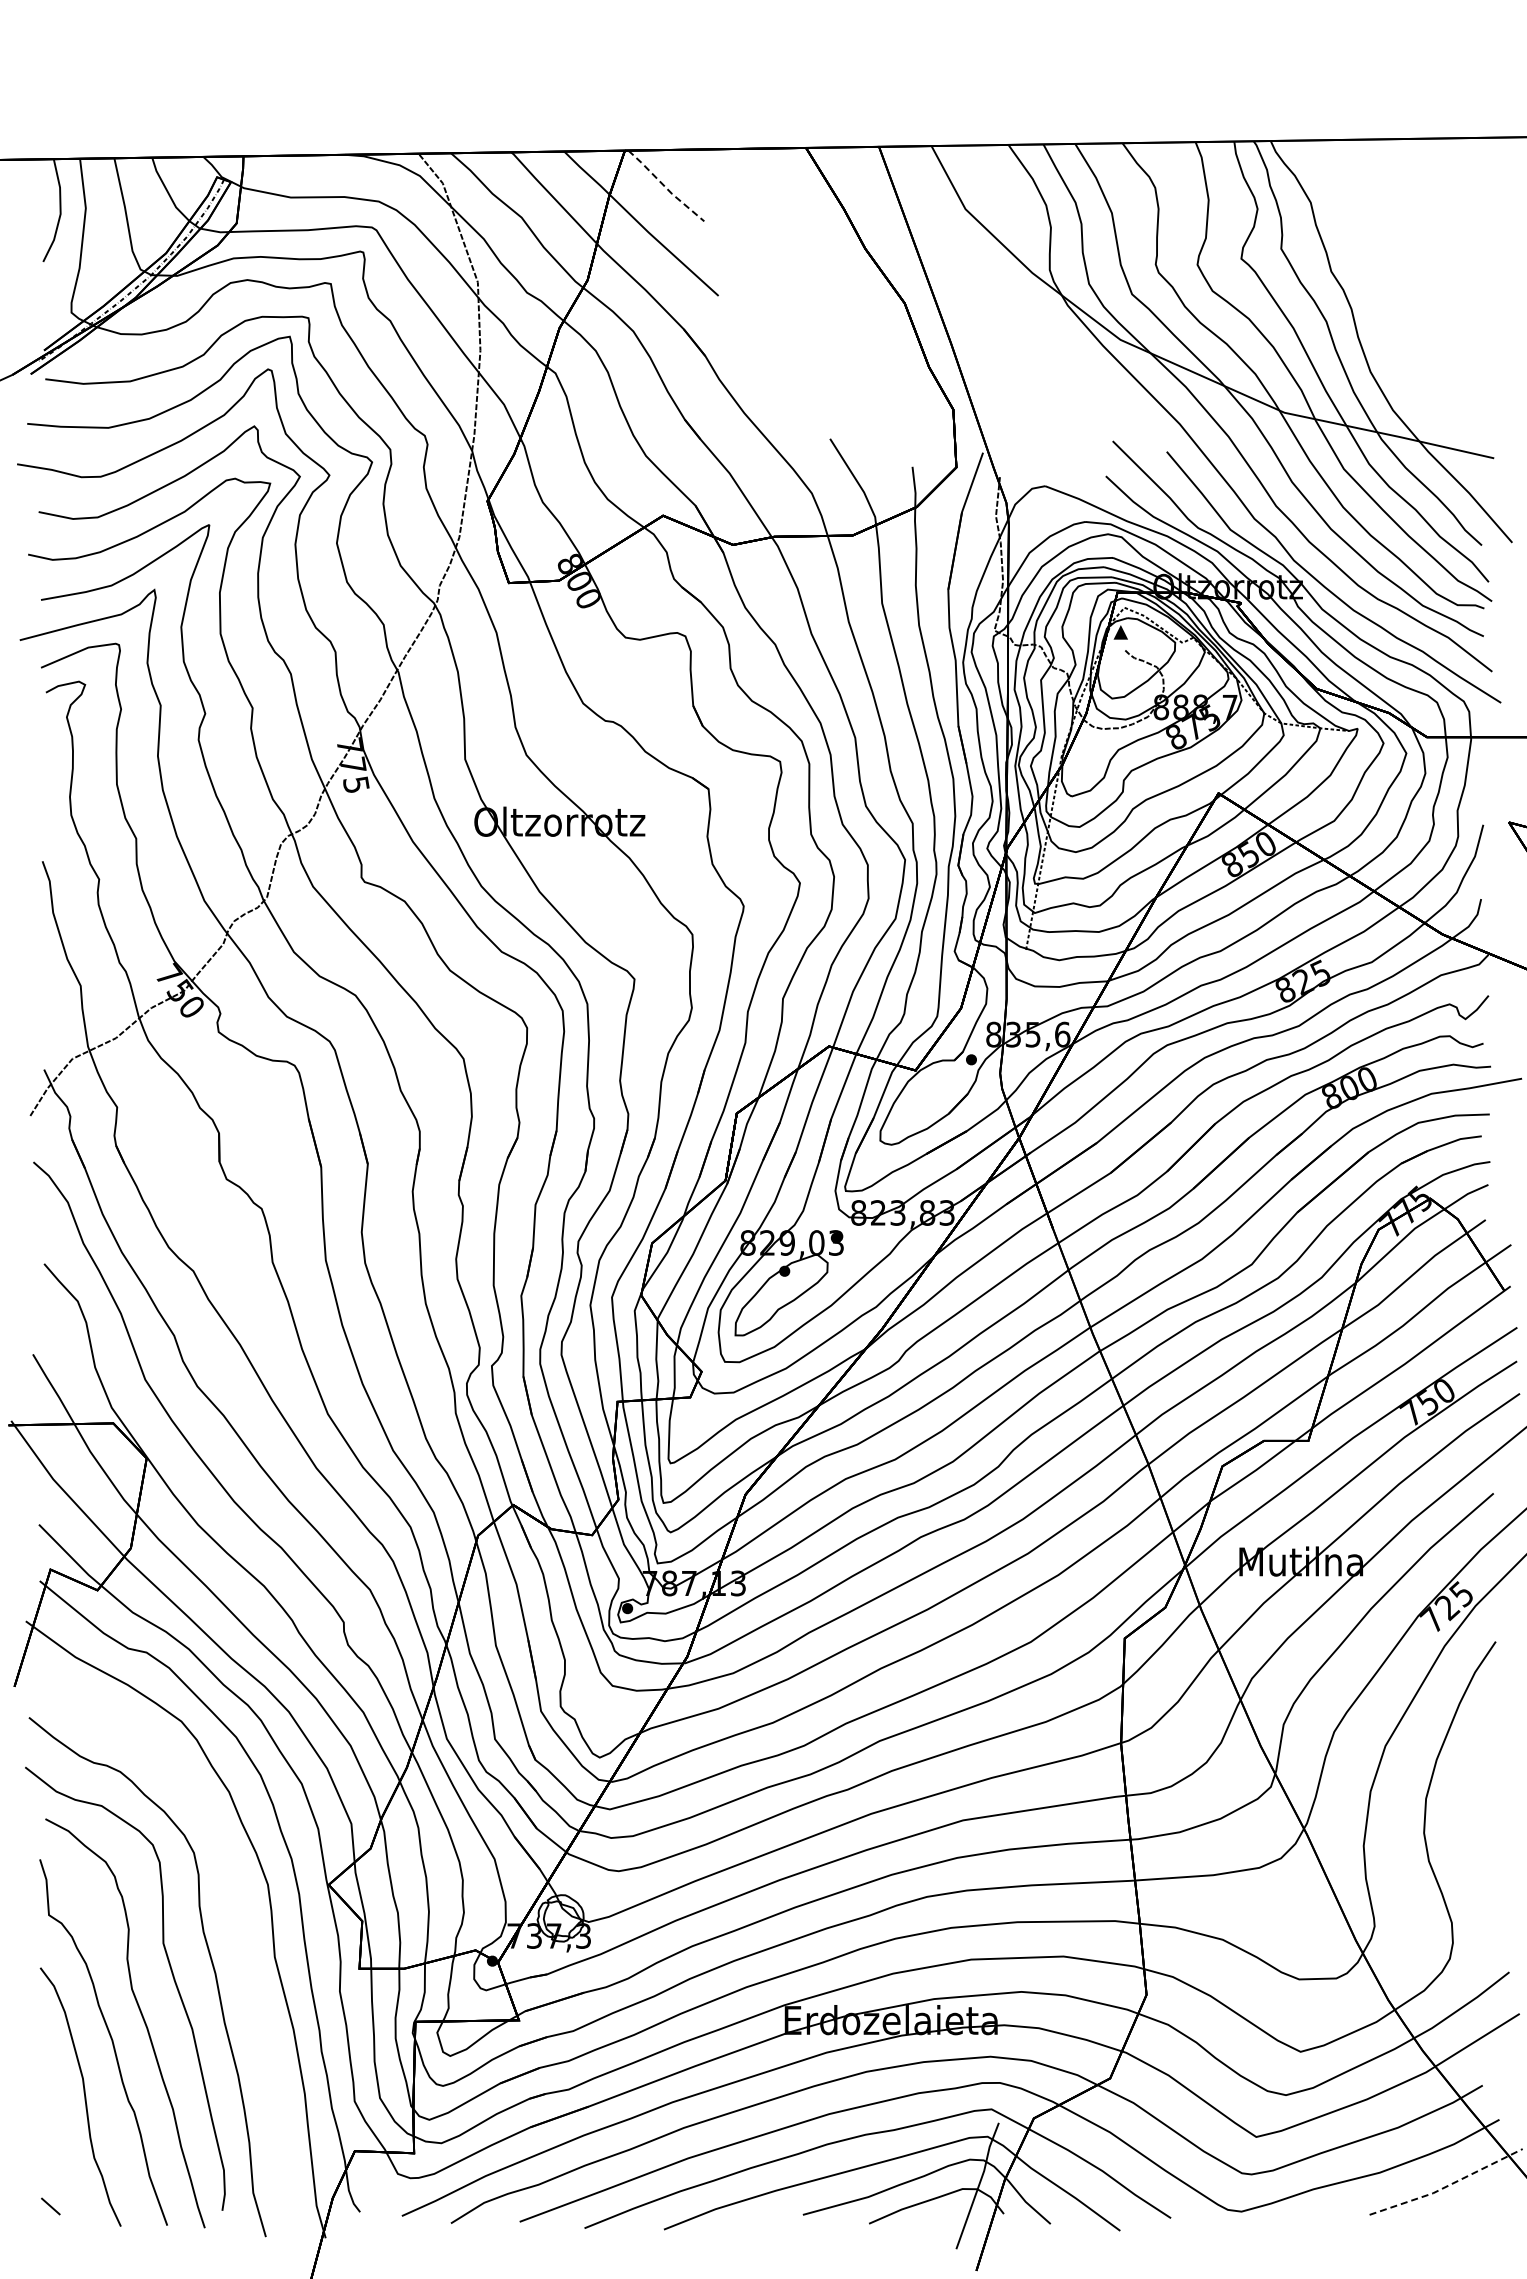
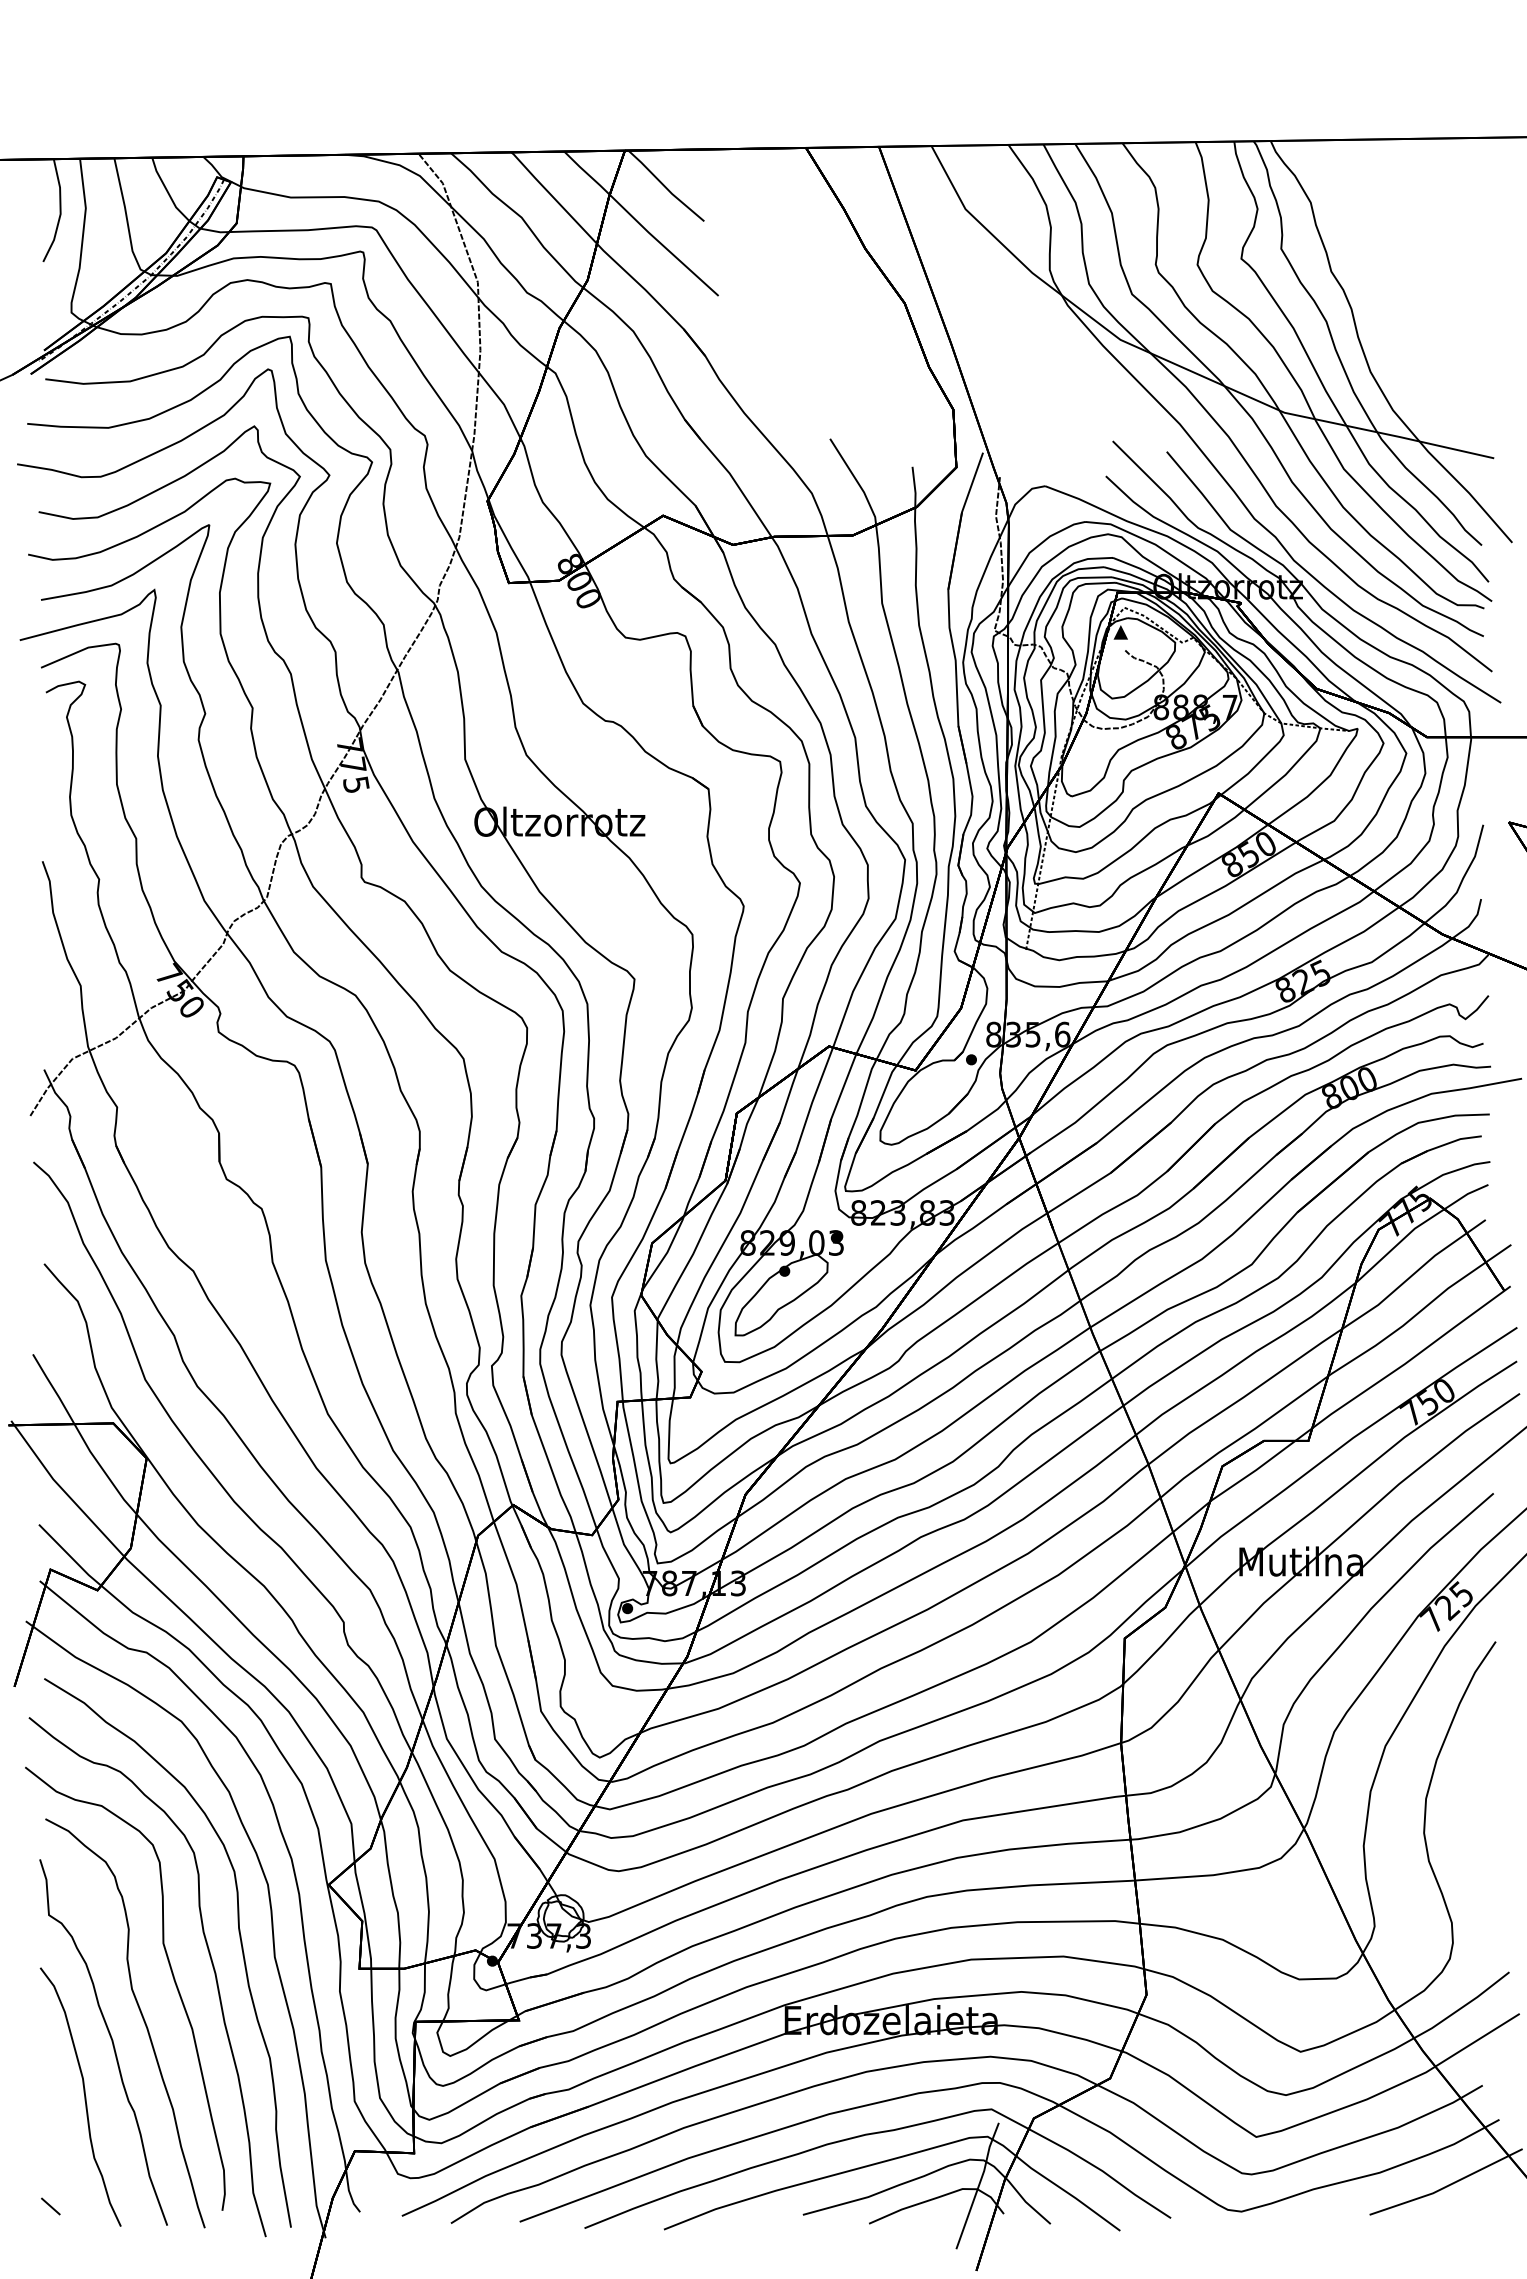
line at (665, 187): dashed -> solid
curve at (239, 1938): none -> present
line at (1447, 2186): dashed -> solid
